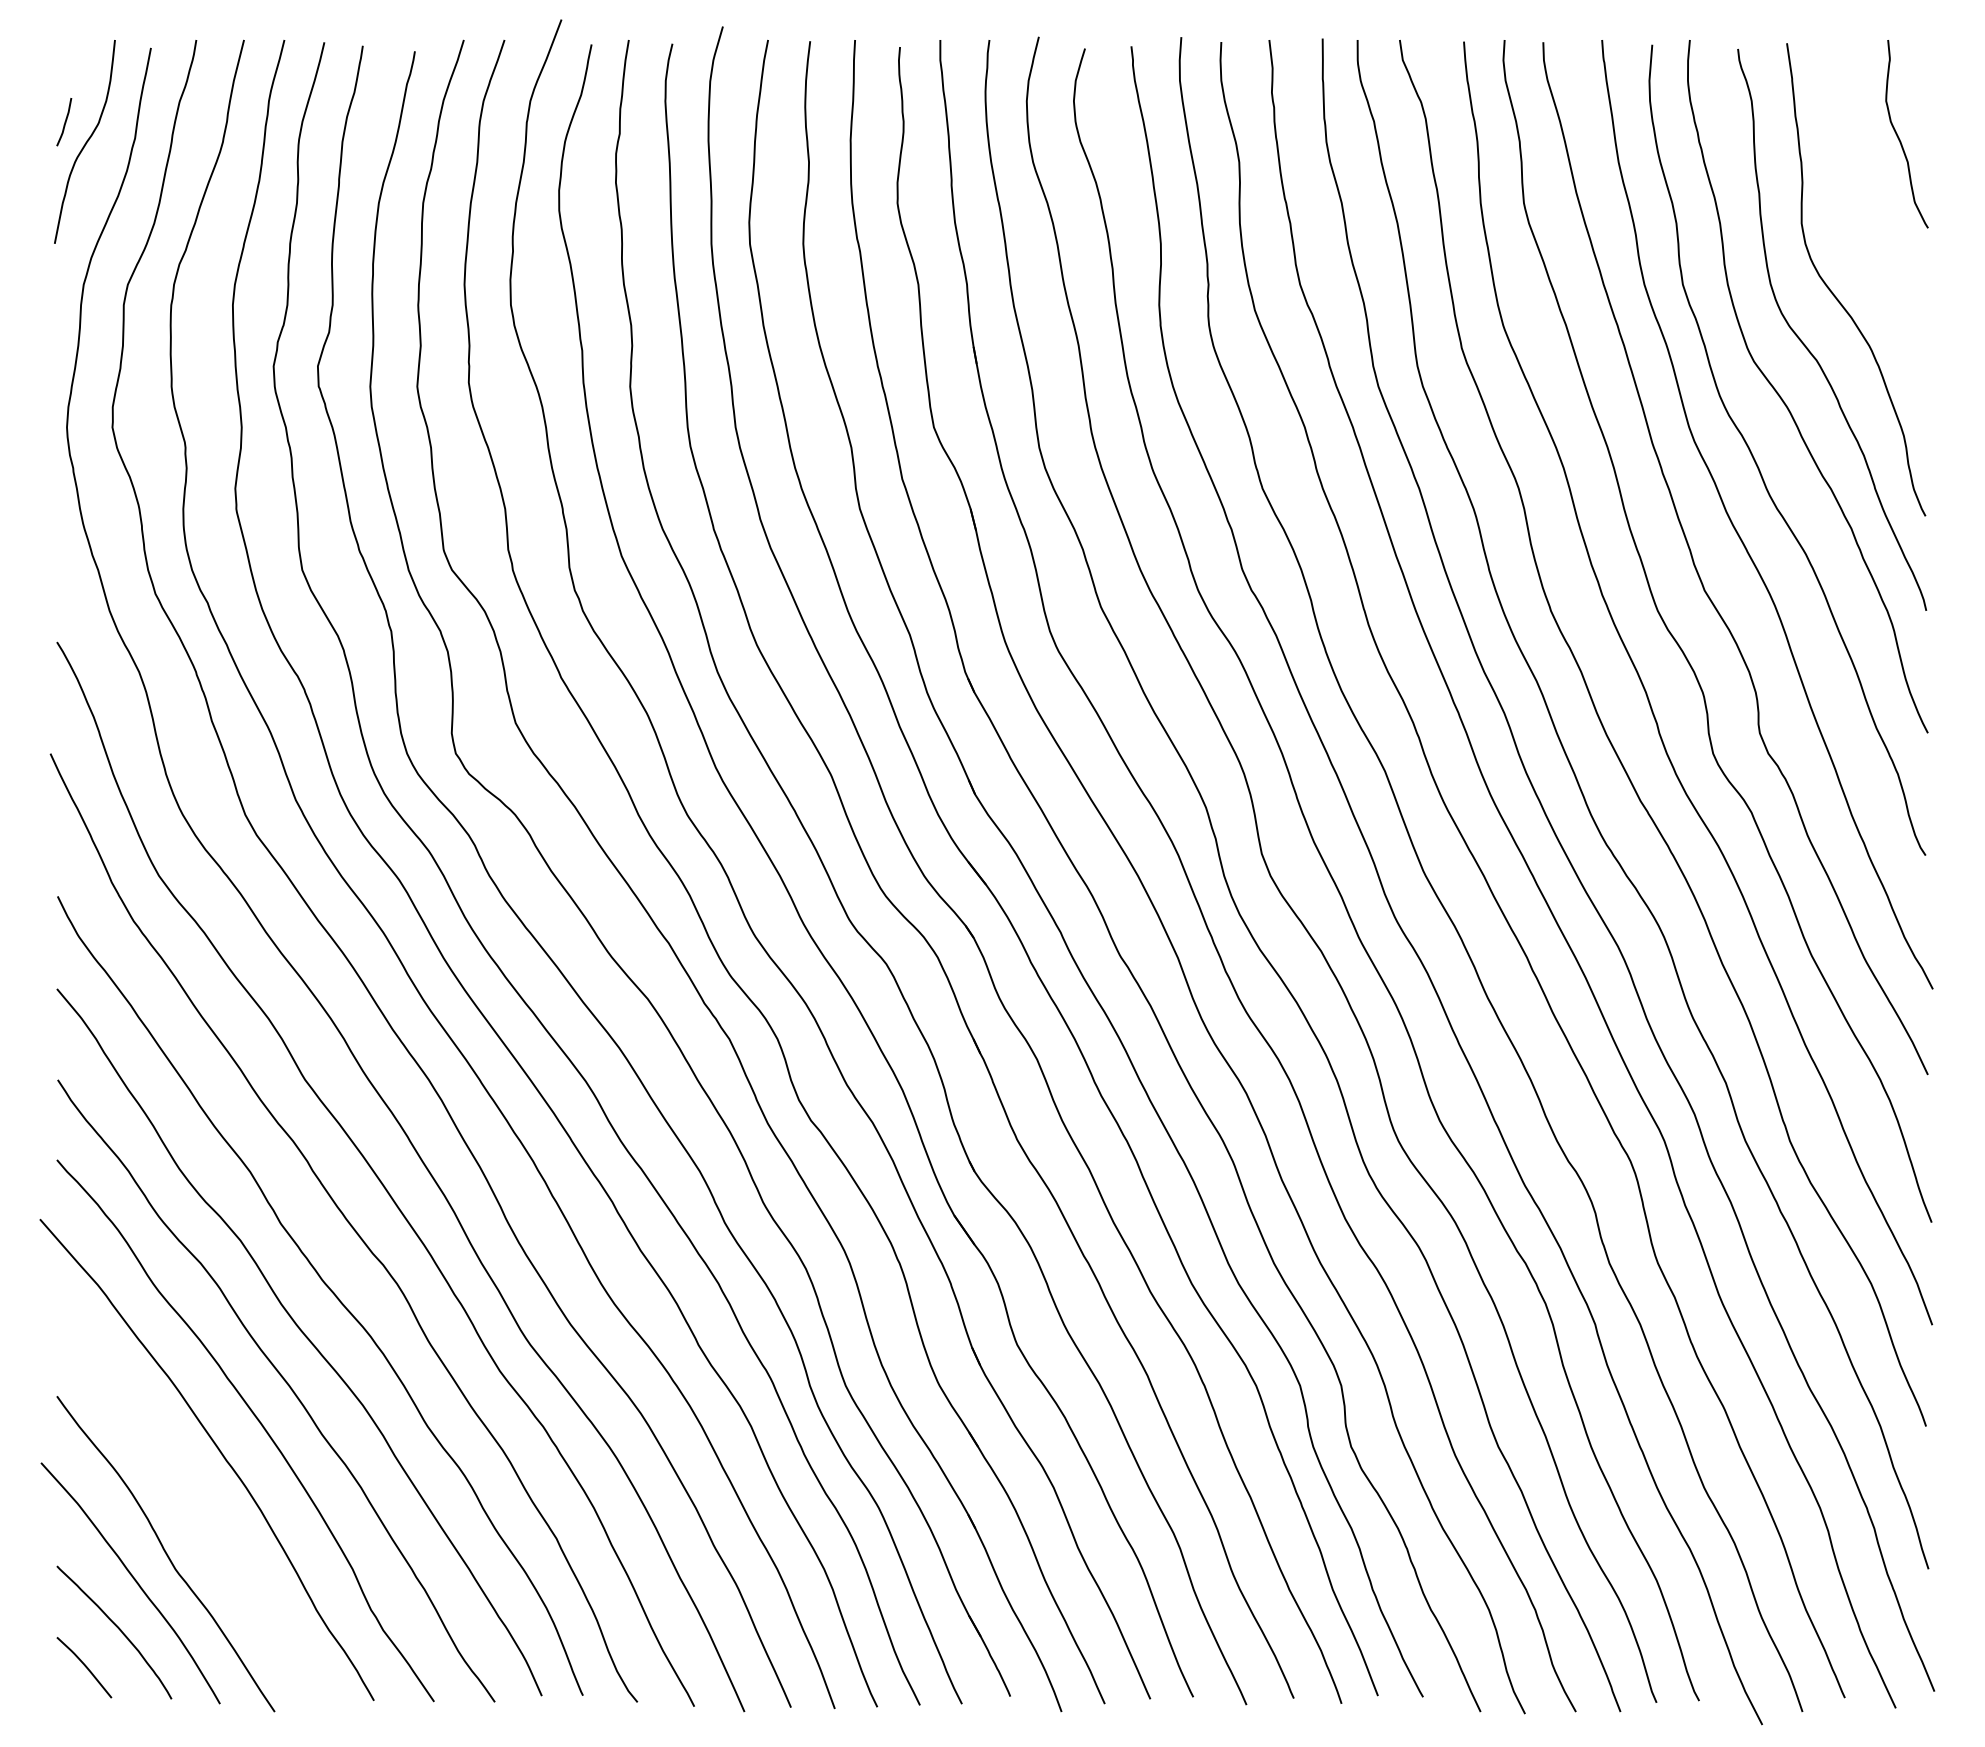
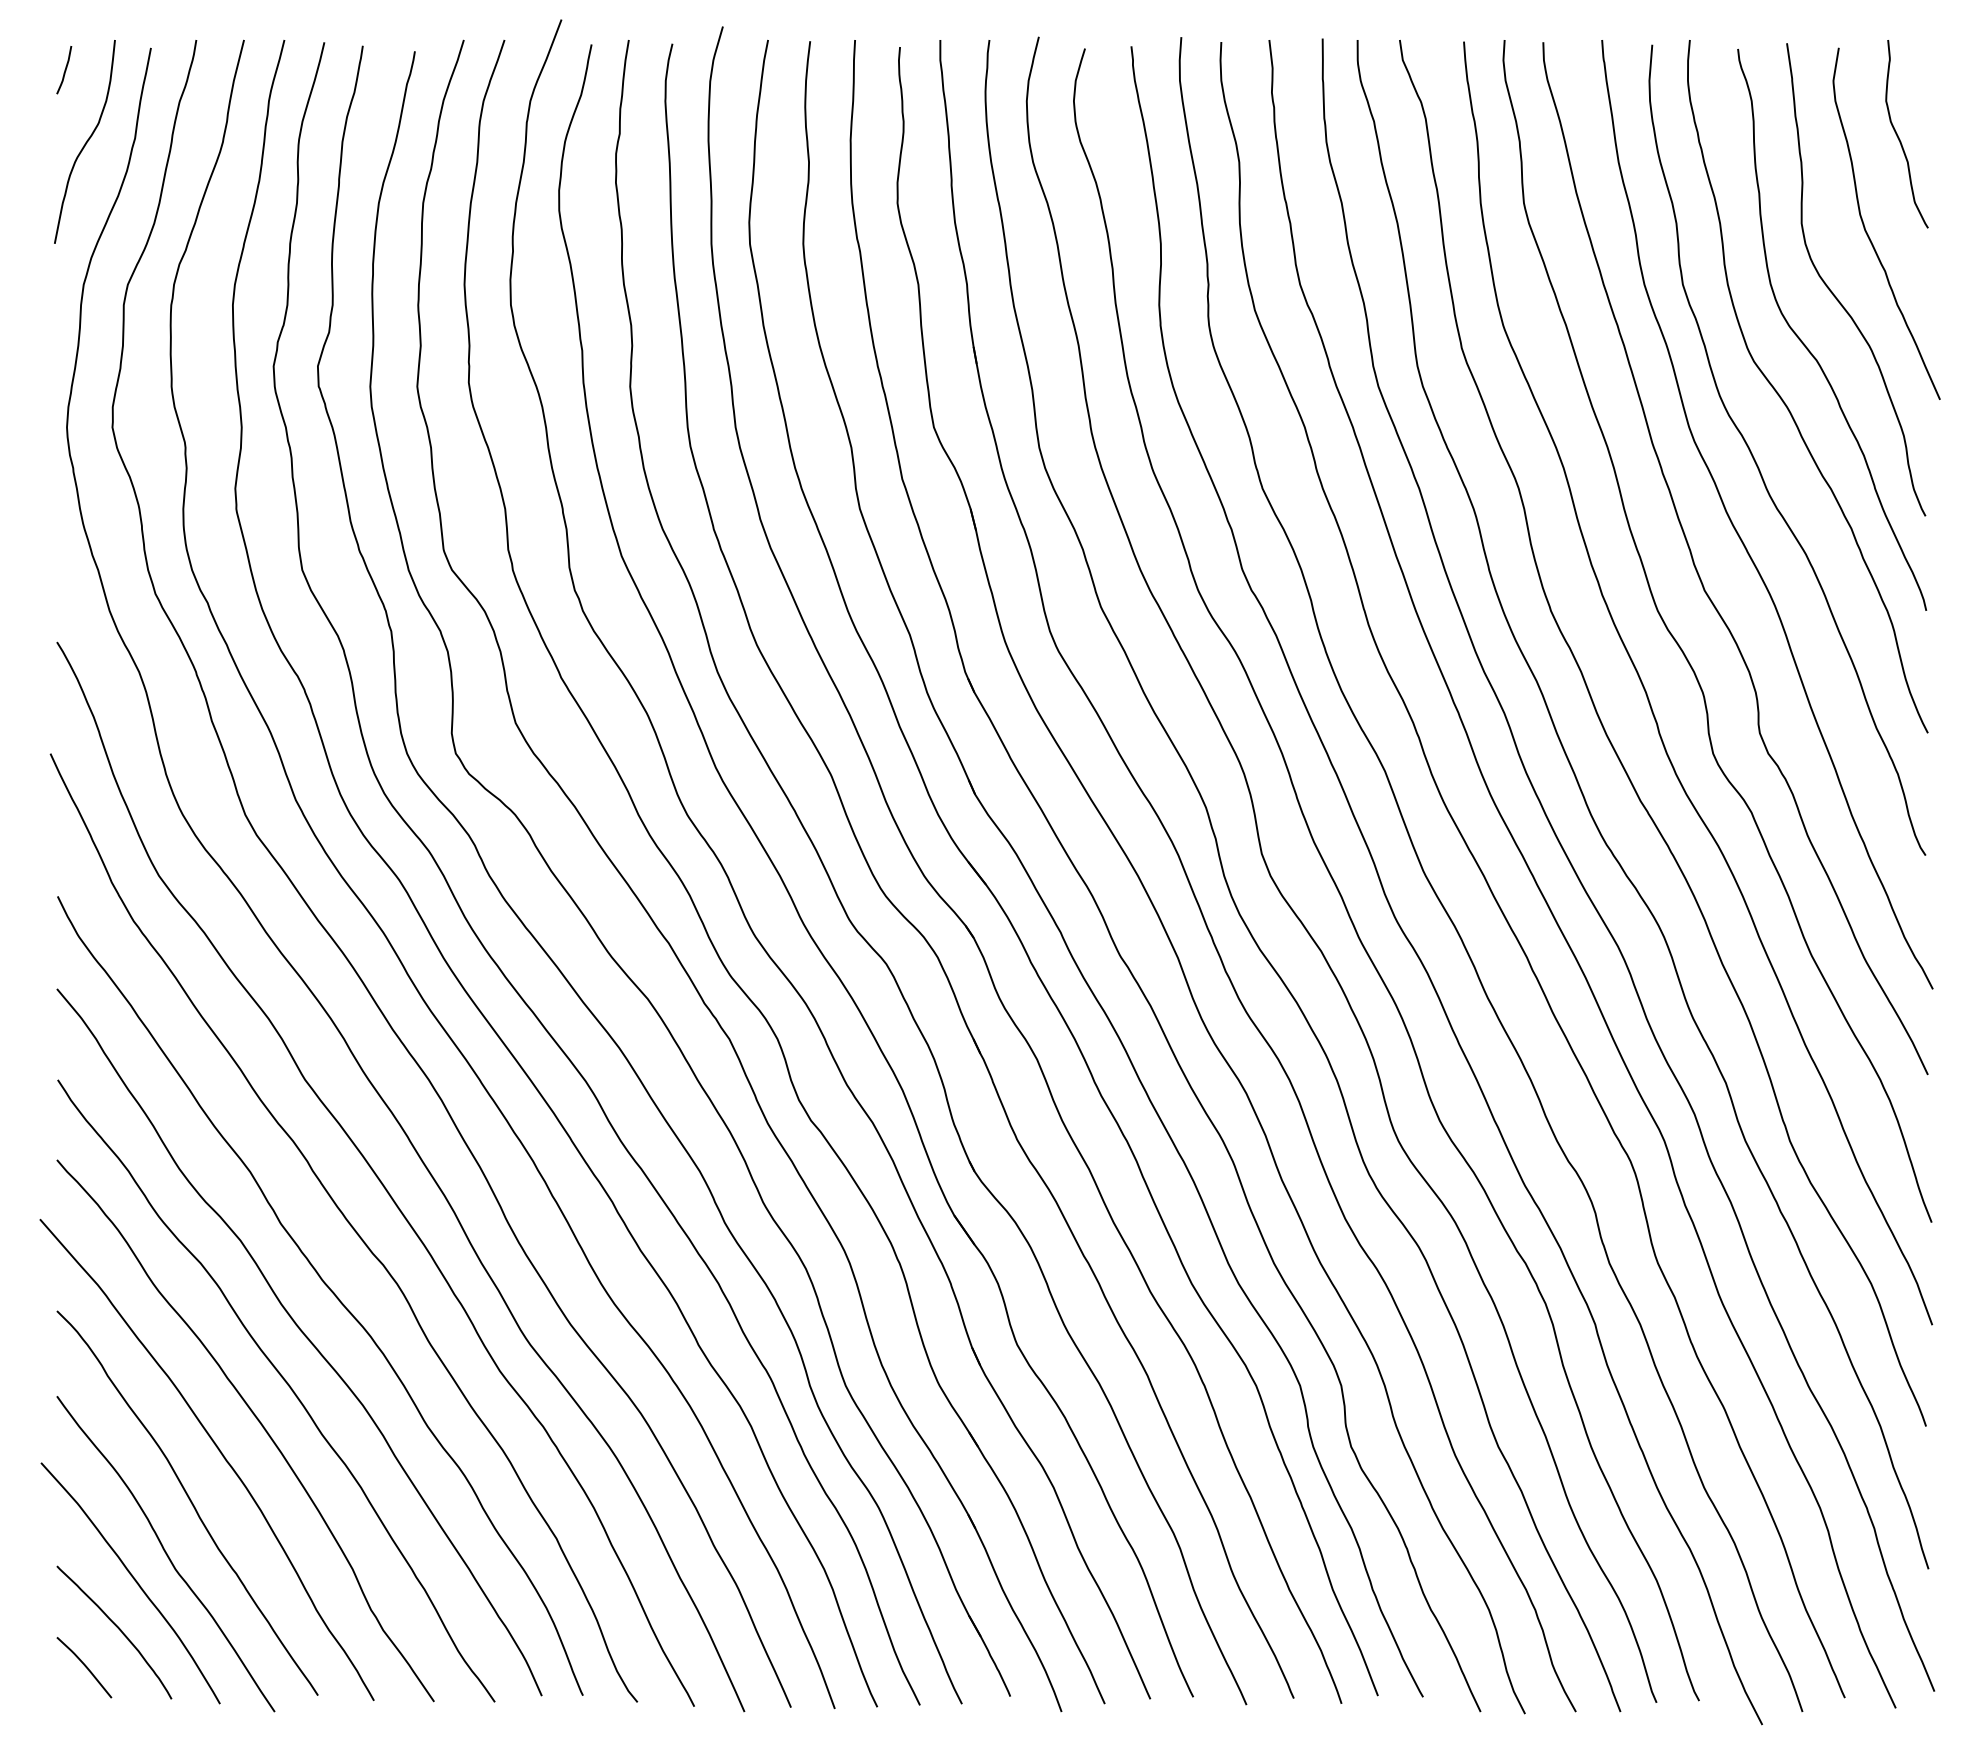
curve at (64, 122) position: (64, 122) -> (64, 70)
curve at (1867, 232): none -> present
curve at (189, 1500): none -> present
